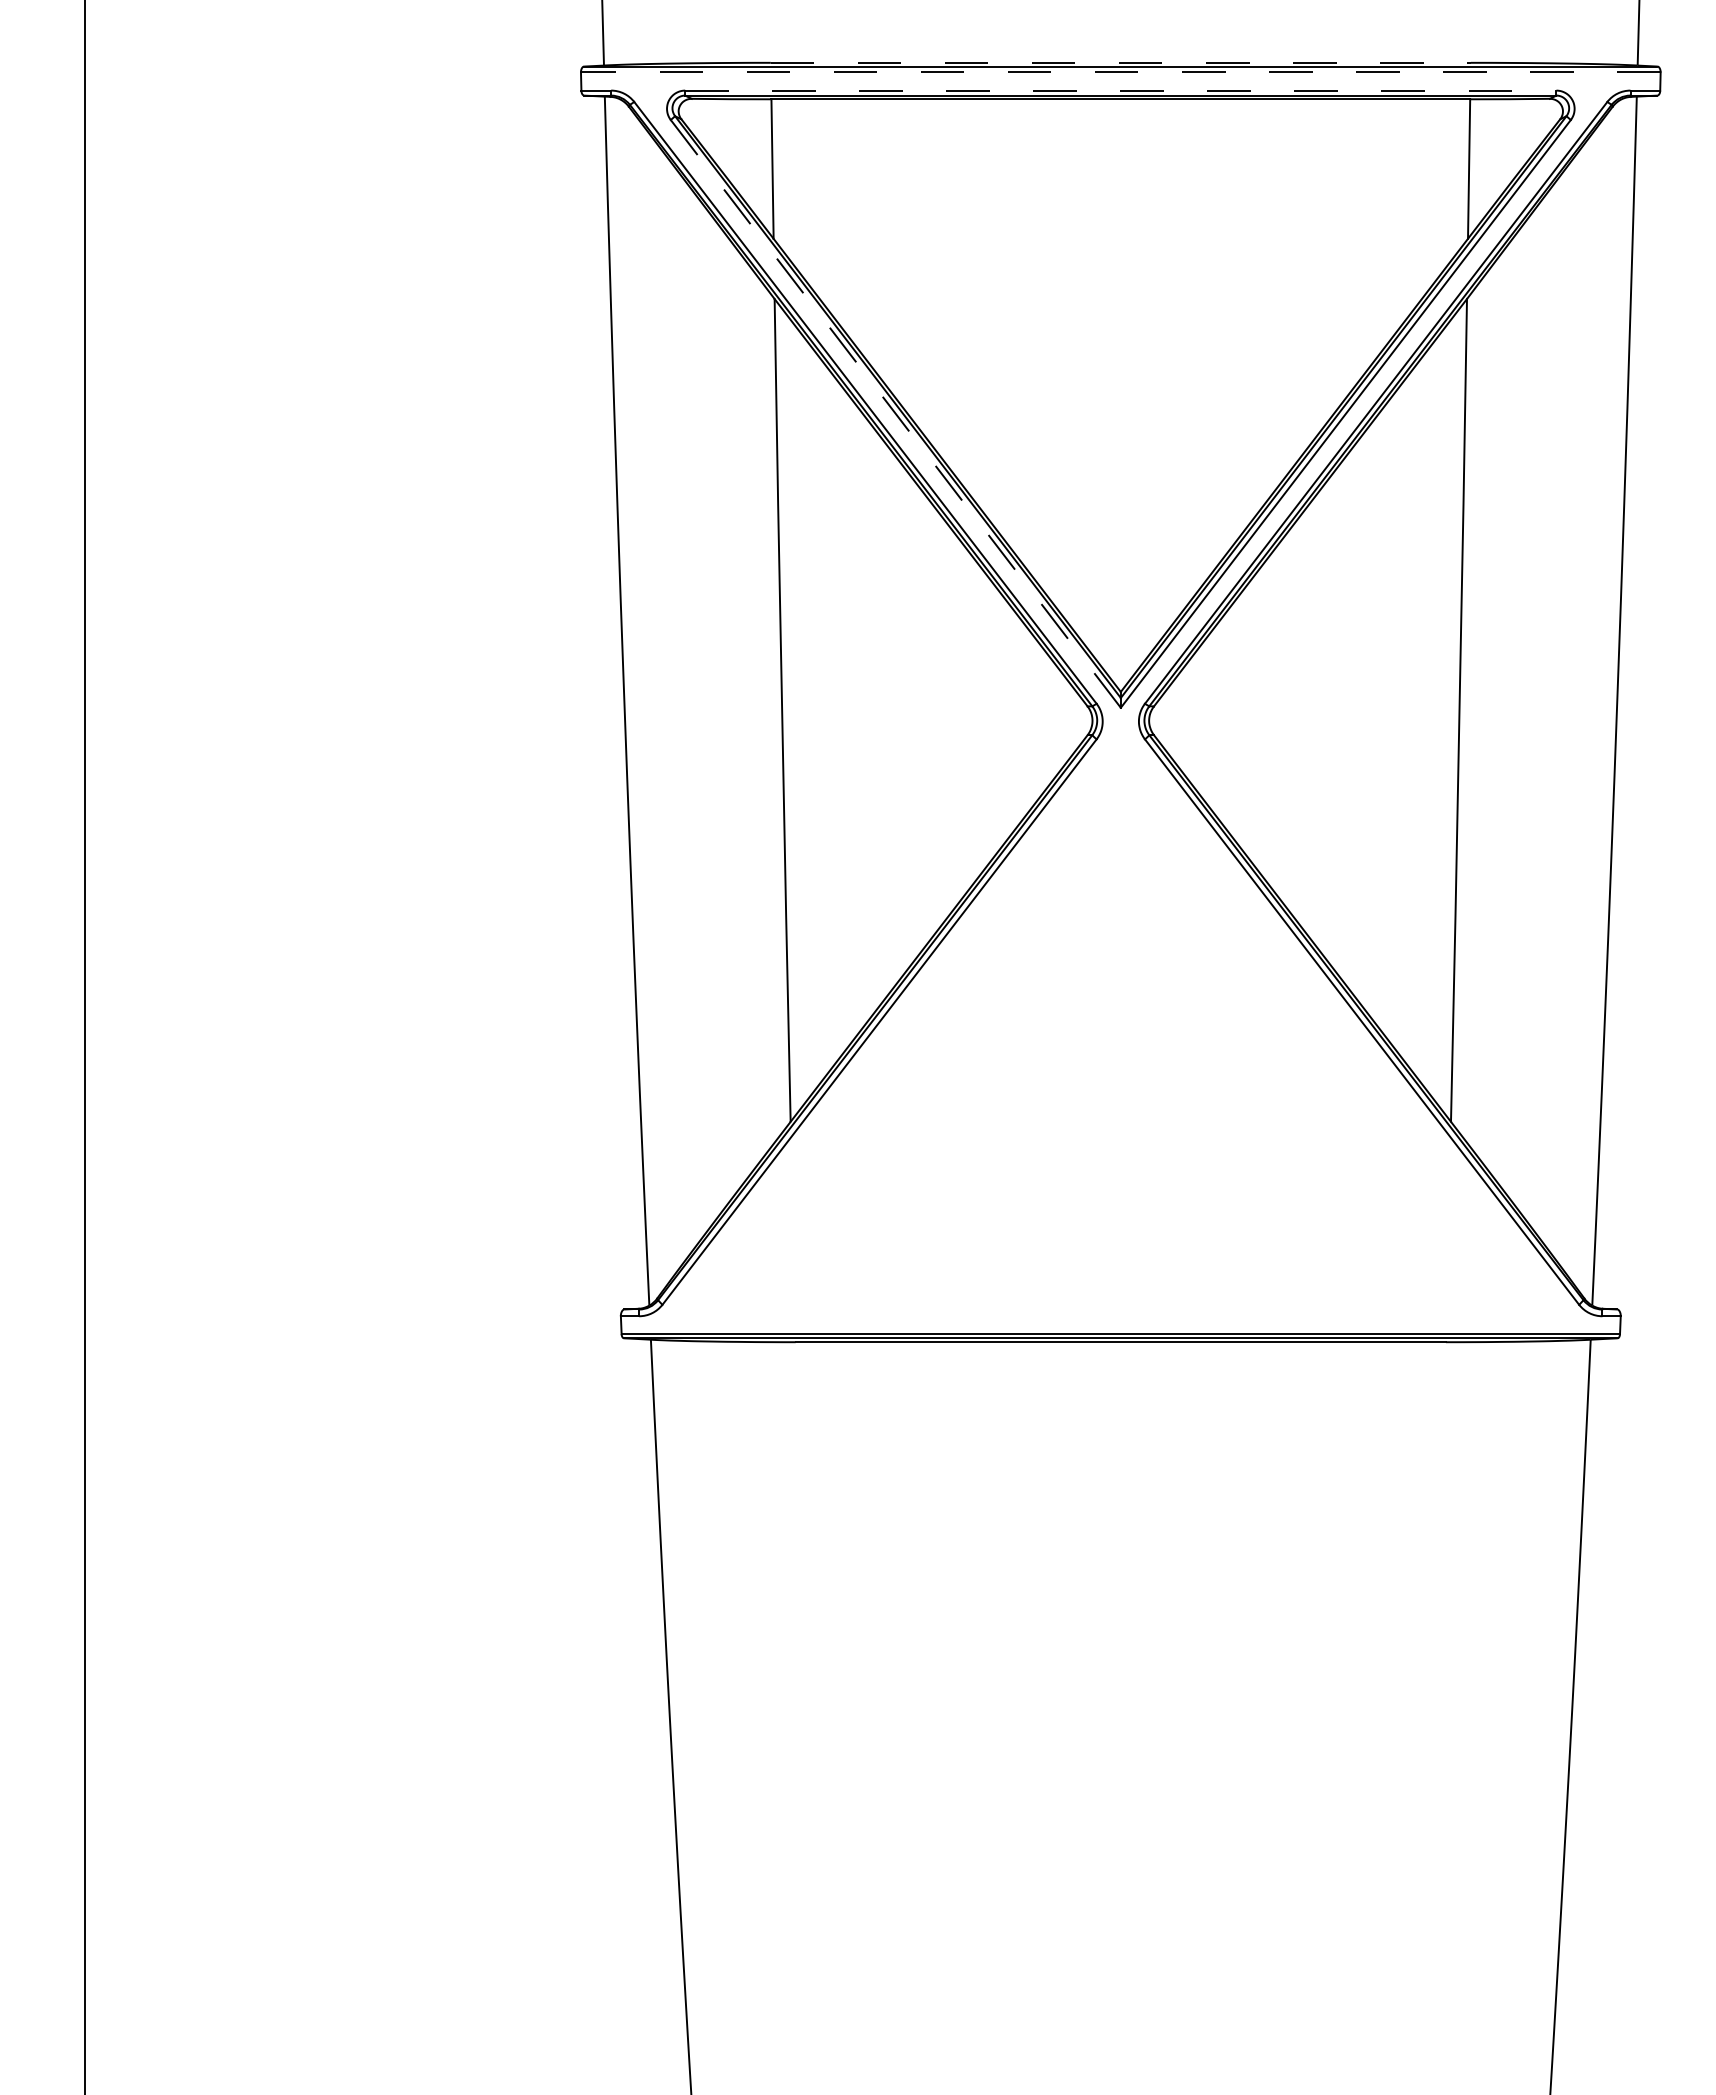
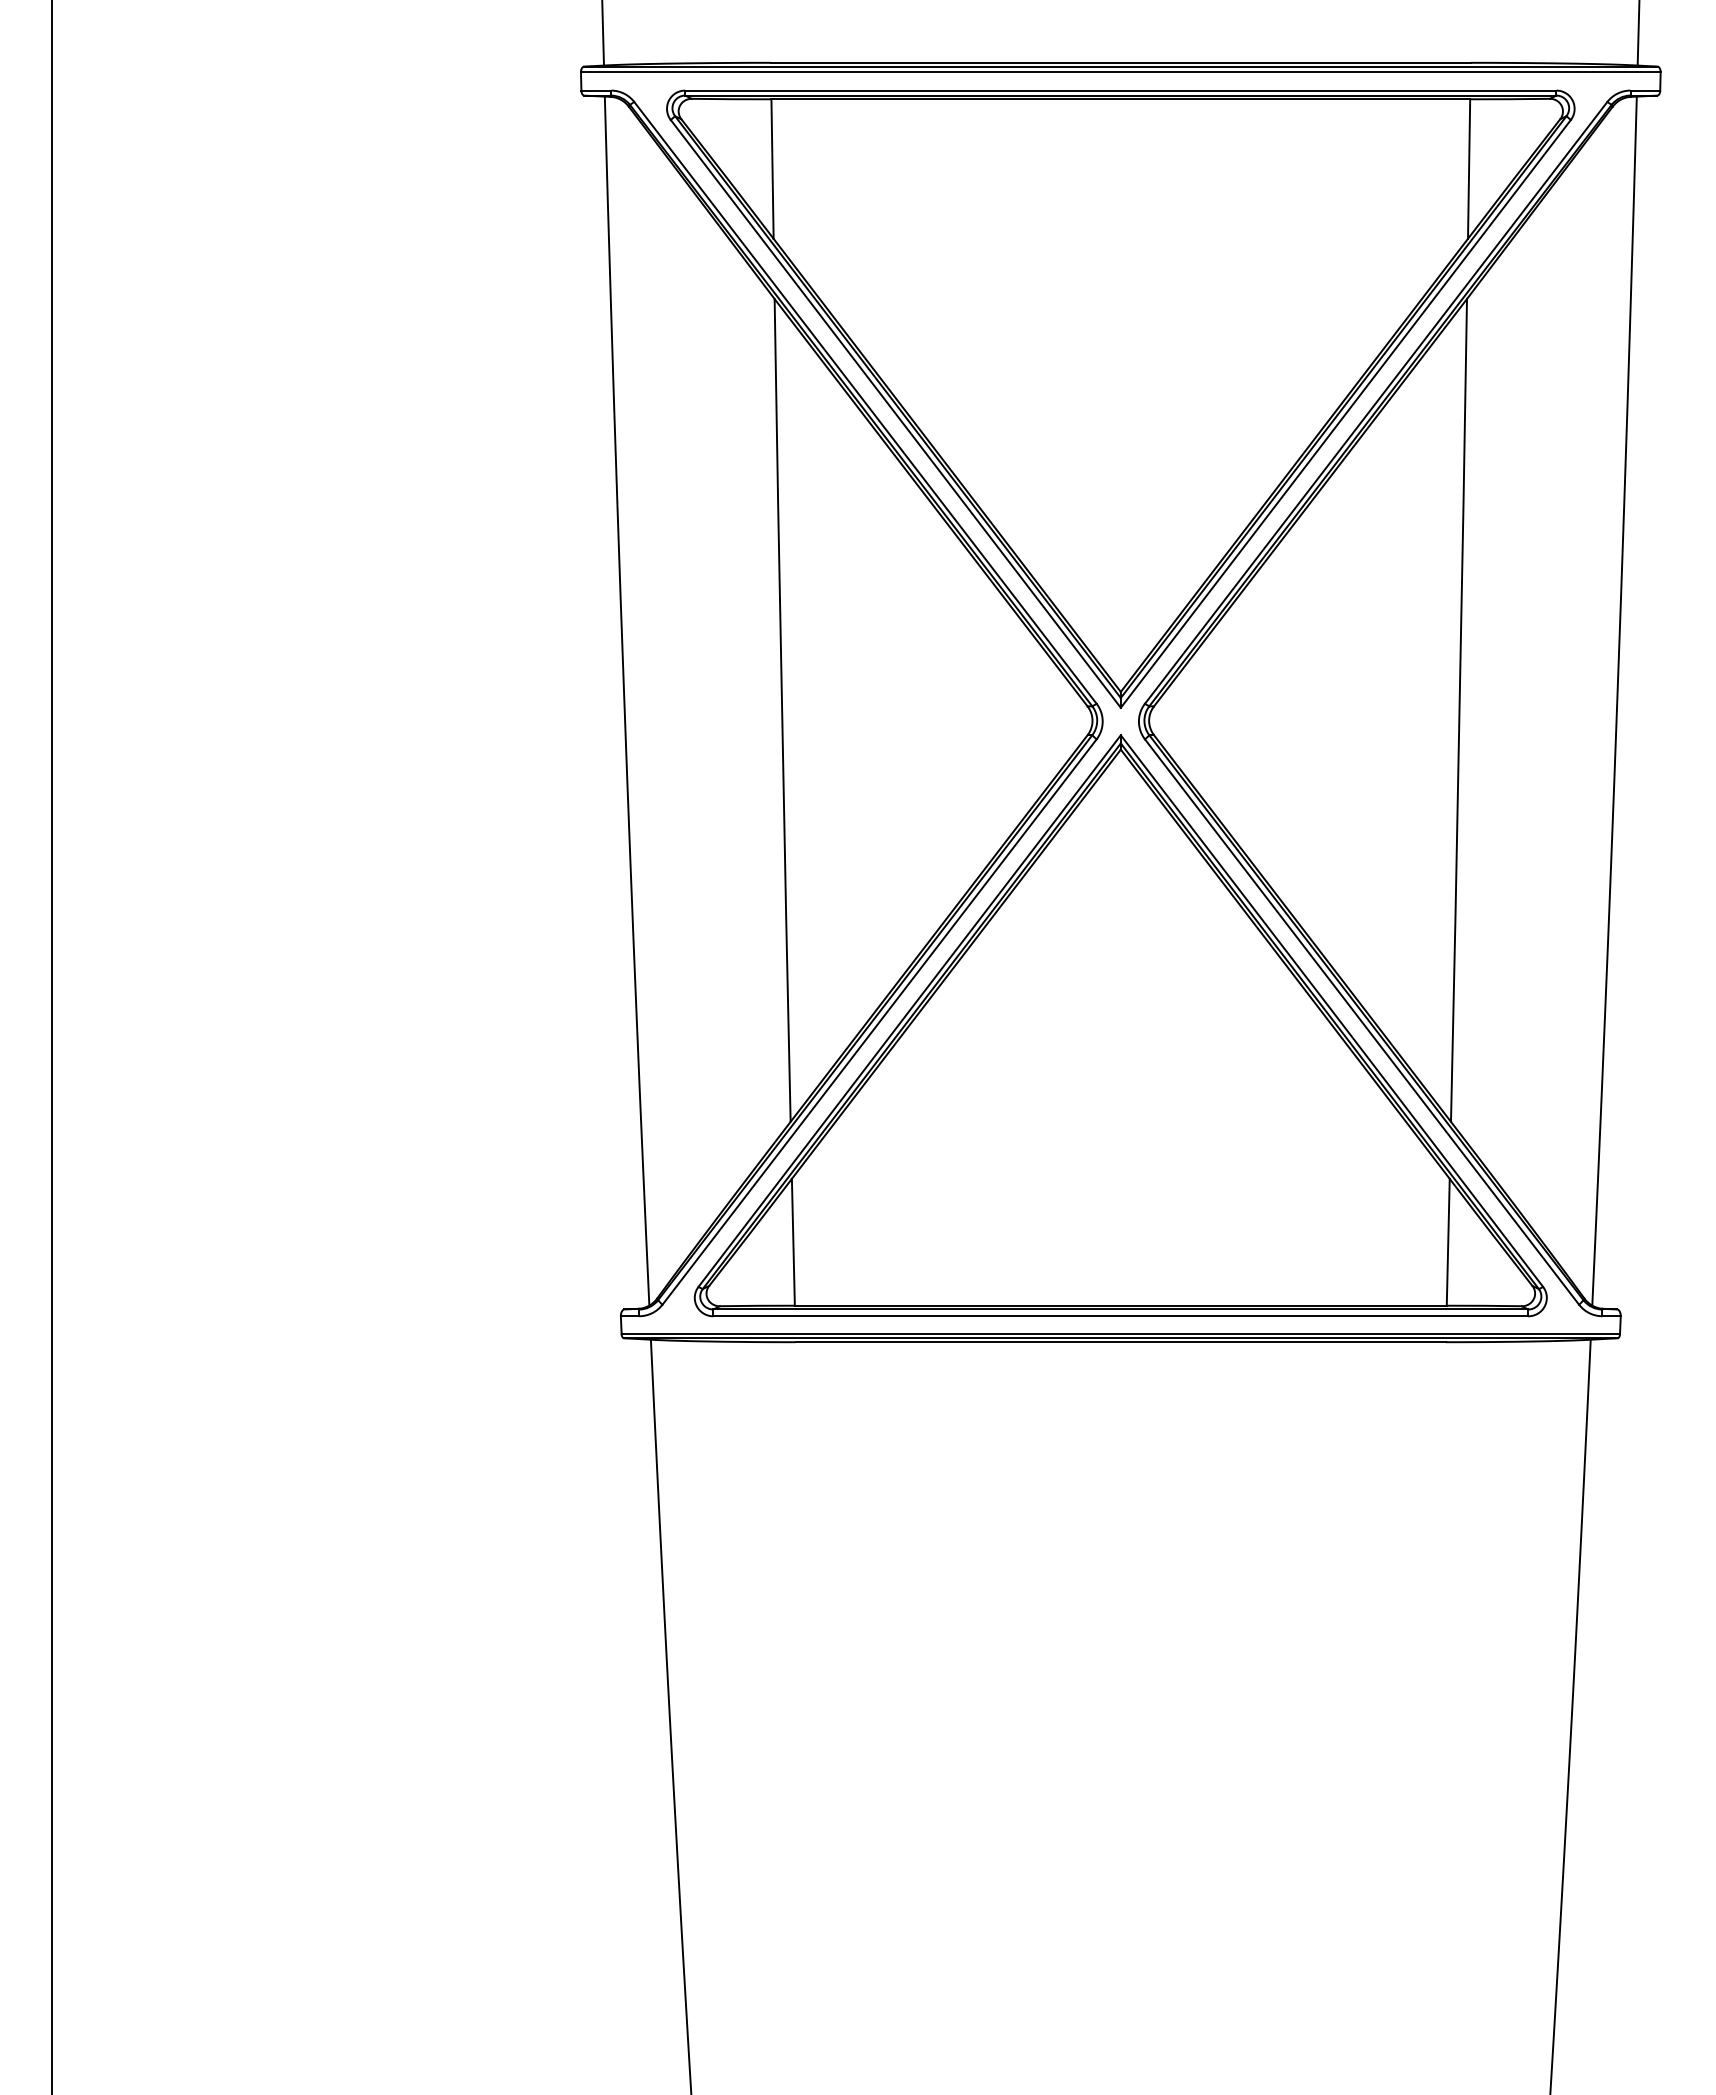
line at (1120, 62): dashed -> solid
line at (1120, 72): dashed -> solid
line at (1120, 90): dashed -> solid
line at (895, 413): dashed -> solid
part at (1120, 1025): none -> present
line at (84, 1046) position: (84, 1046) -> (51, 1046)
